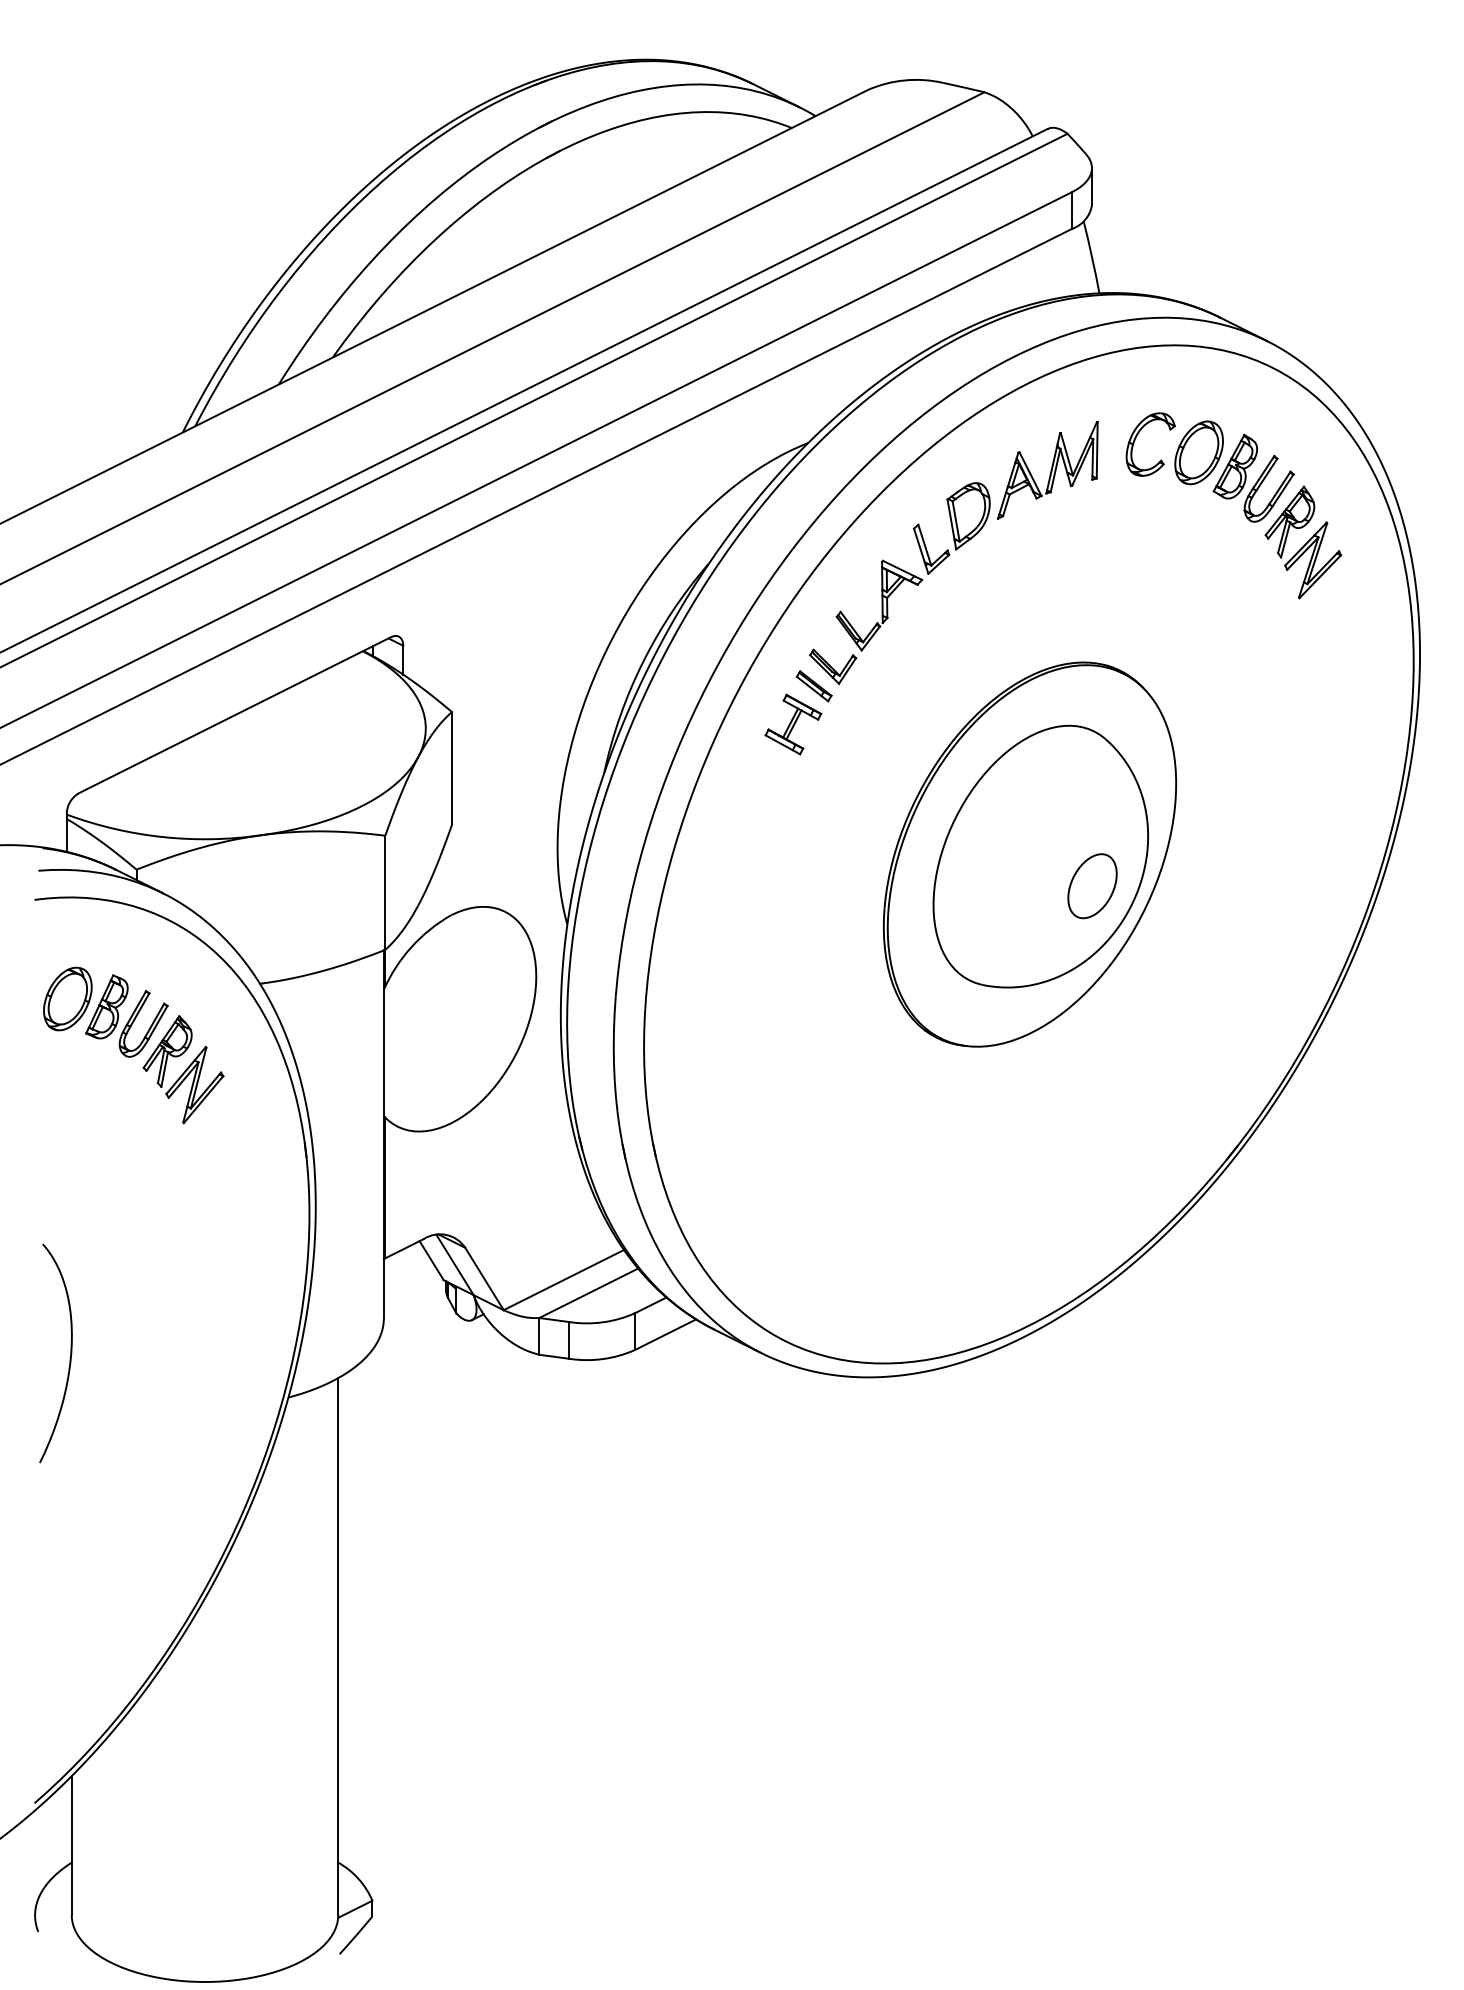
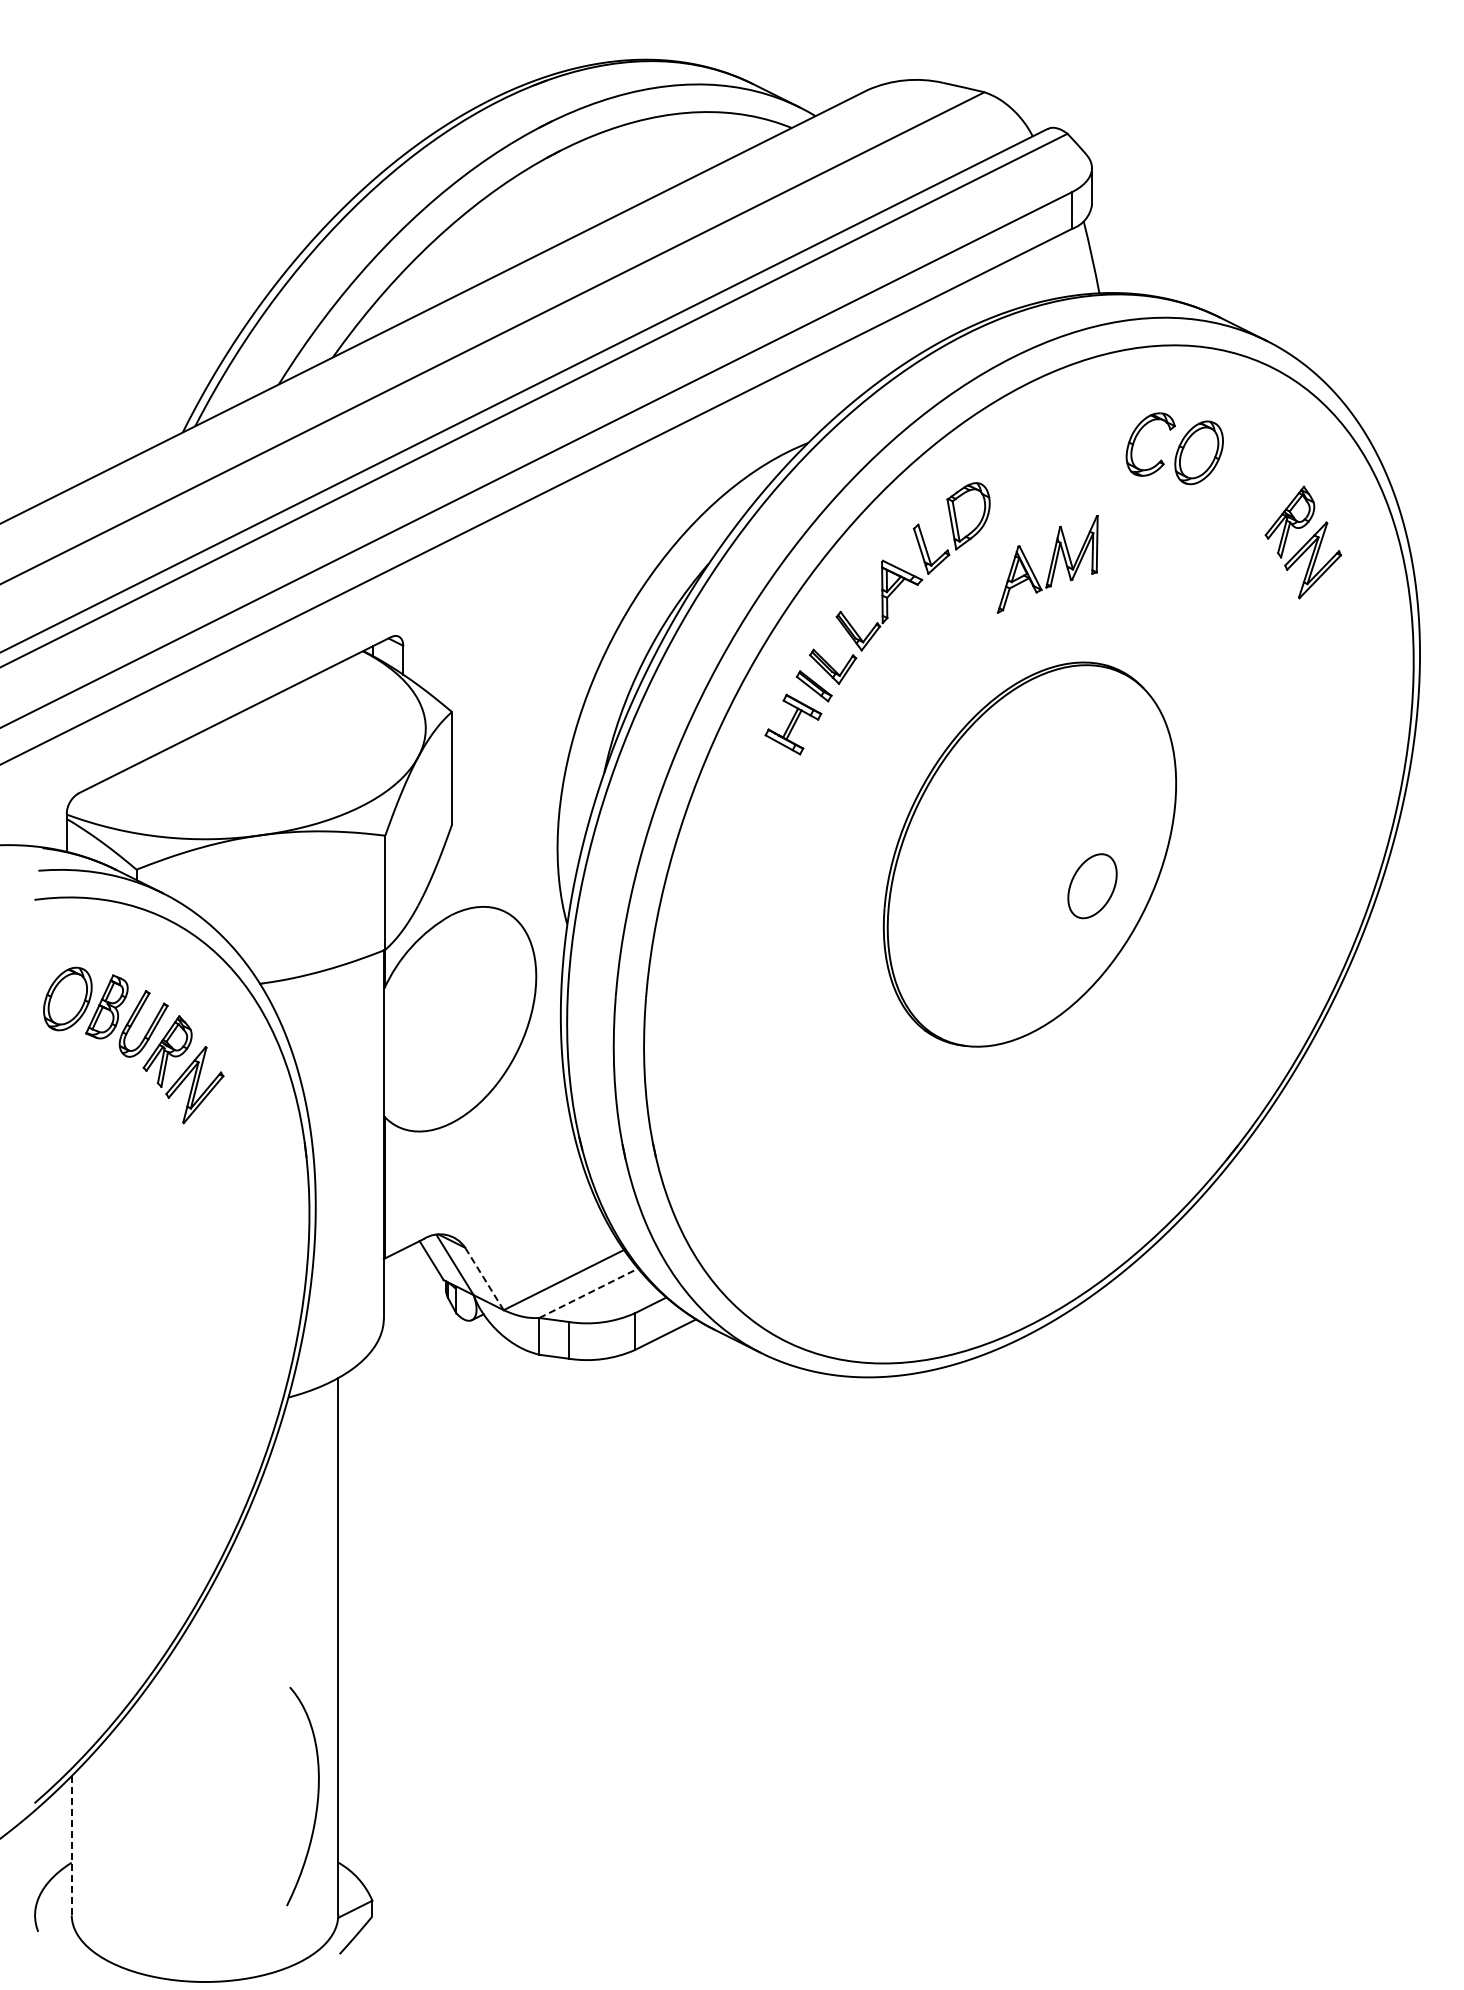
part at (1047, 470) position: (1047, 470) -> (1047, 564)
part at (1253, 477): present -> none
part at (1040, 856): present -> none
line at (484, 1278): solid -> dashed
line at (589, 1293): solid -> dashed
curve at (69, 1358) position: (69, 1358) -> (316, 1801)
line at (71, 1845): solid -> dashed
